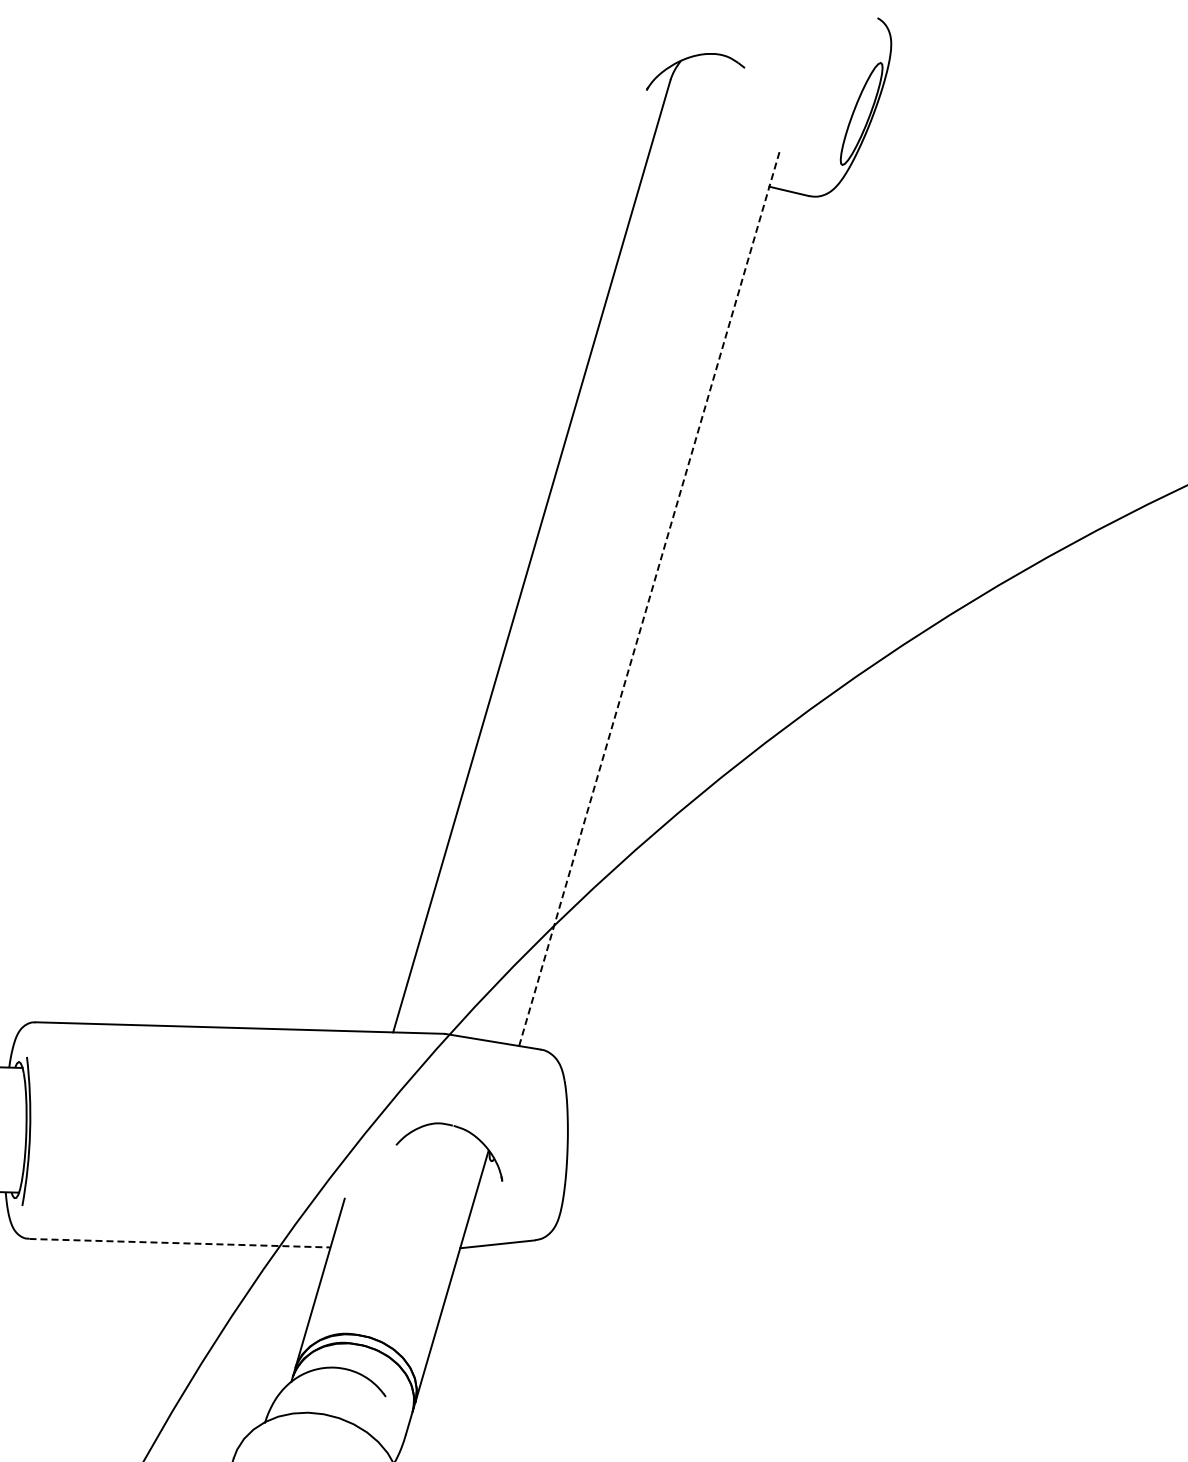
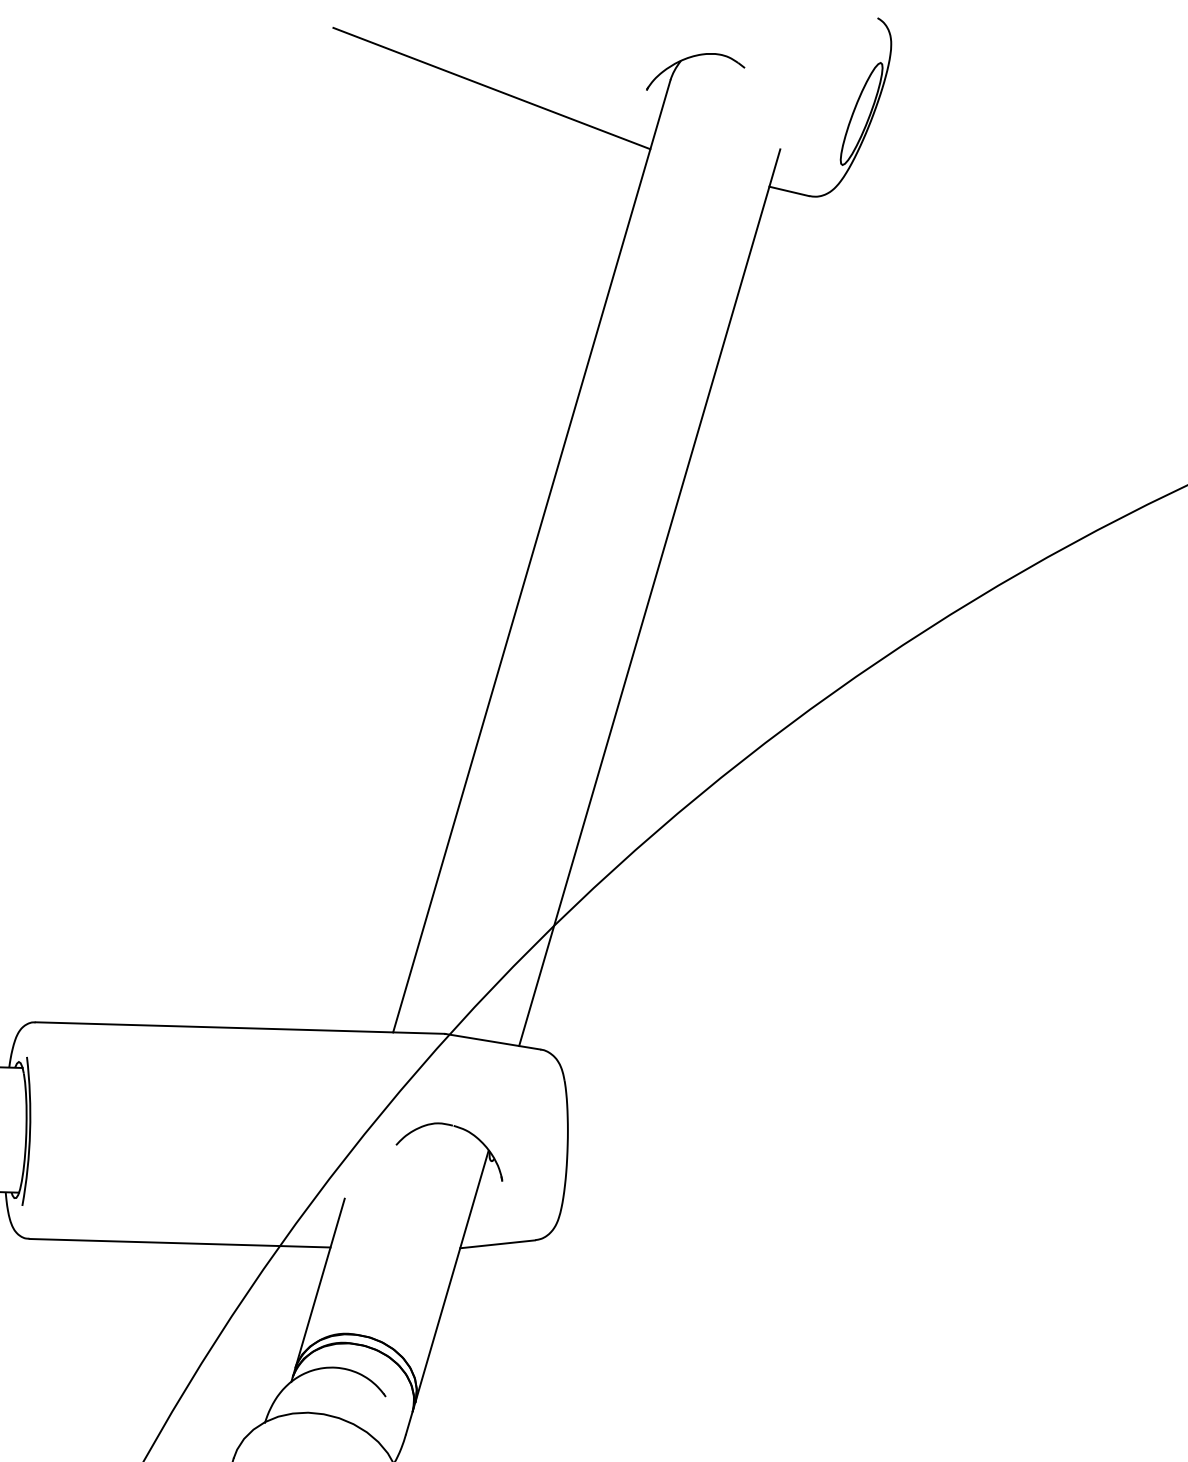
line at (491, 88): none -> present
line at (649, 597): dashed -> solid
line at (180, 1243): dashed -> solid
